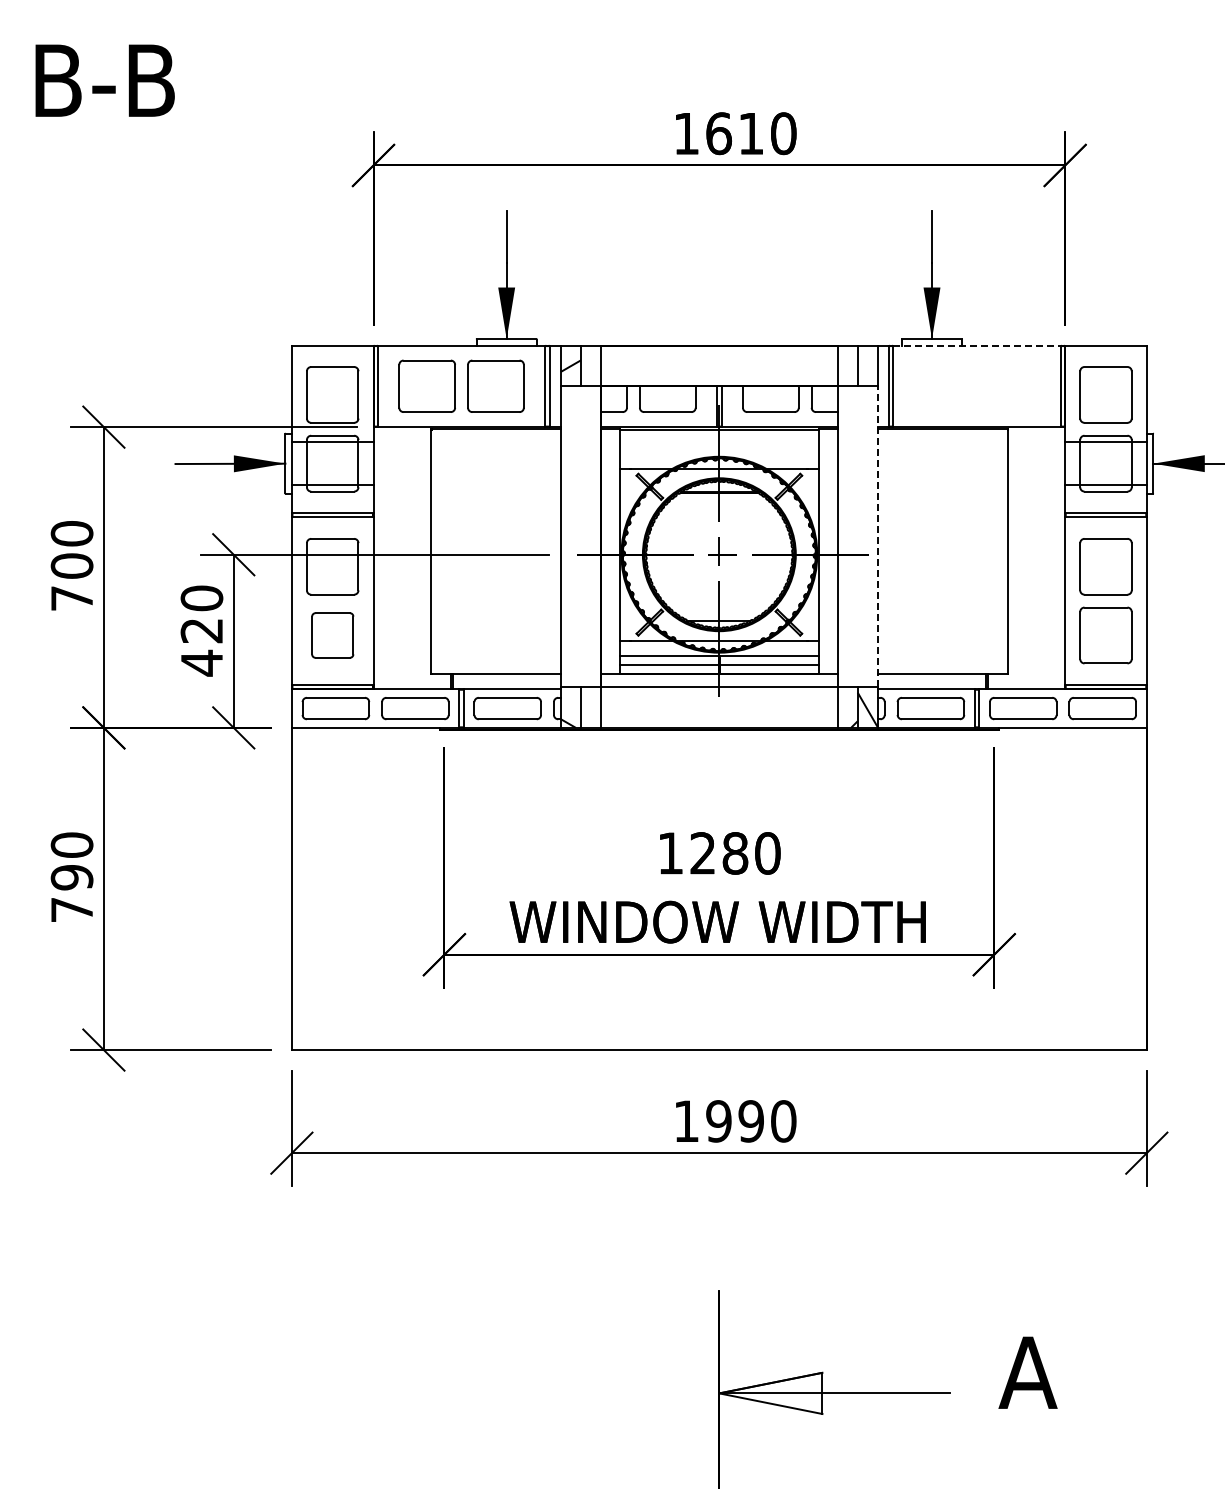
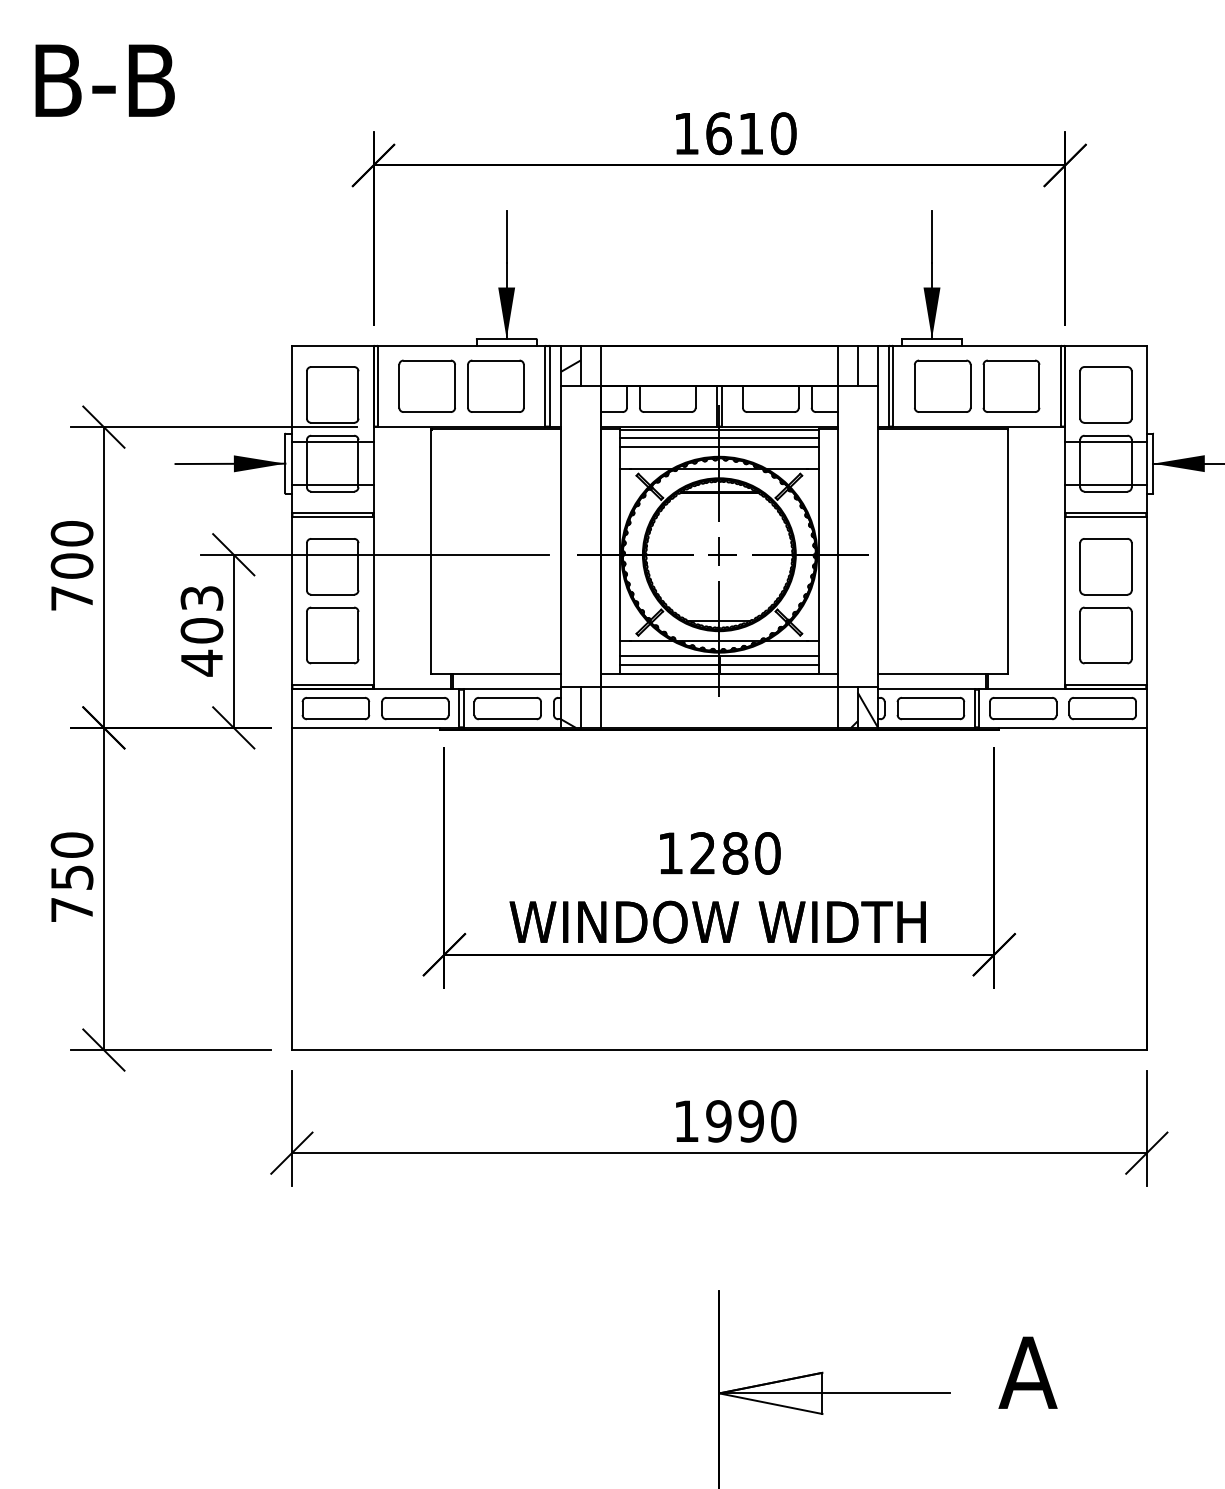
line at (977, 345): dashed -> solid
part at (942, 385): none -> present
part at (1011, 385): none -> present
line at (719, 438): none -> present
line at (719, 447): none -> present
line at (877, 536): dashed -> solid
text at (201, 614): 420 -> 403
part at (332, 635) size: 44x47 px -> 54x59 px
text at (71, 877): 790 -> 750
